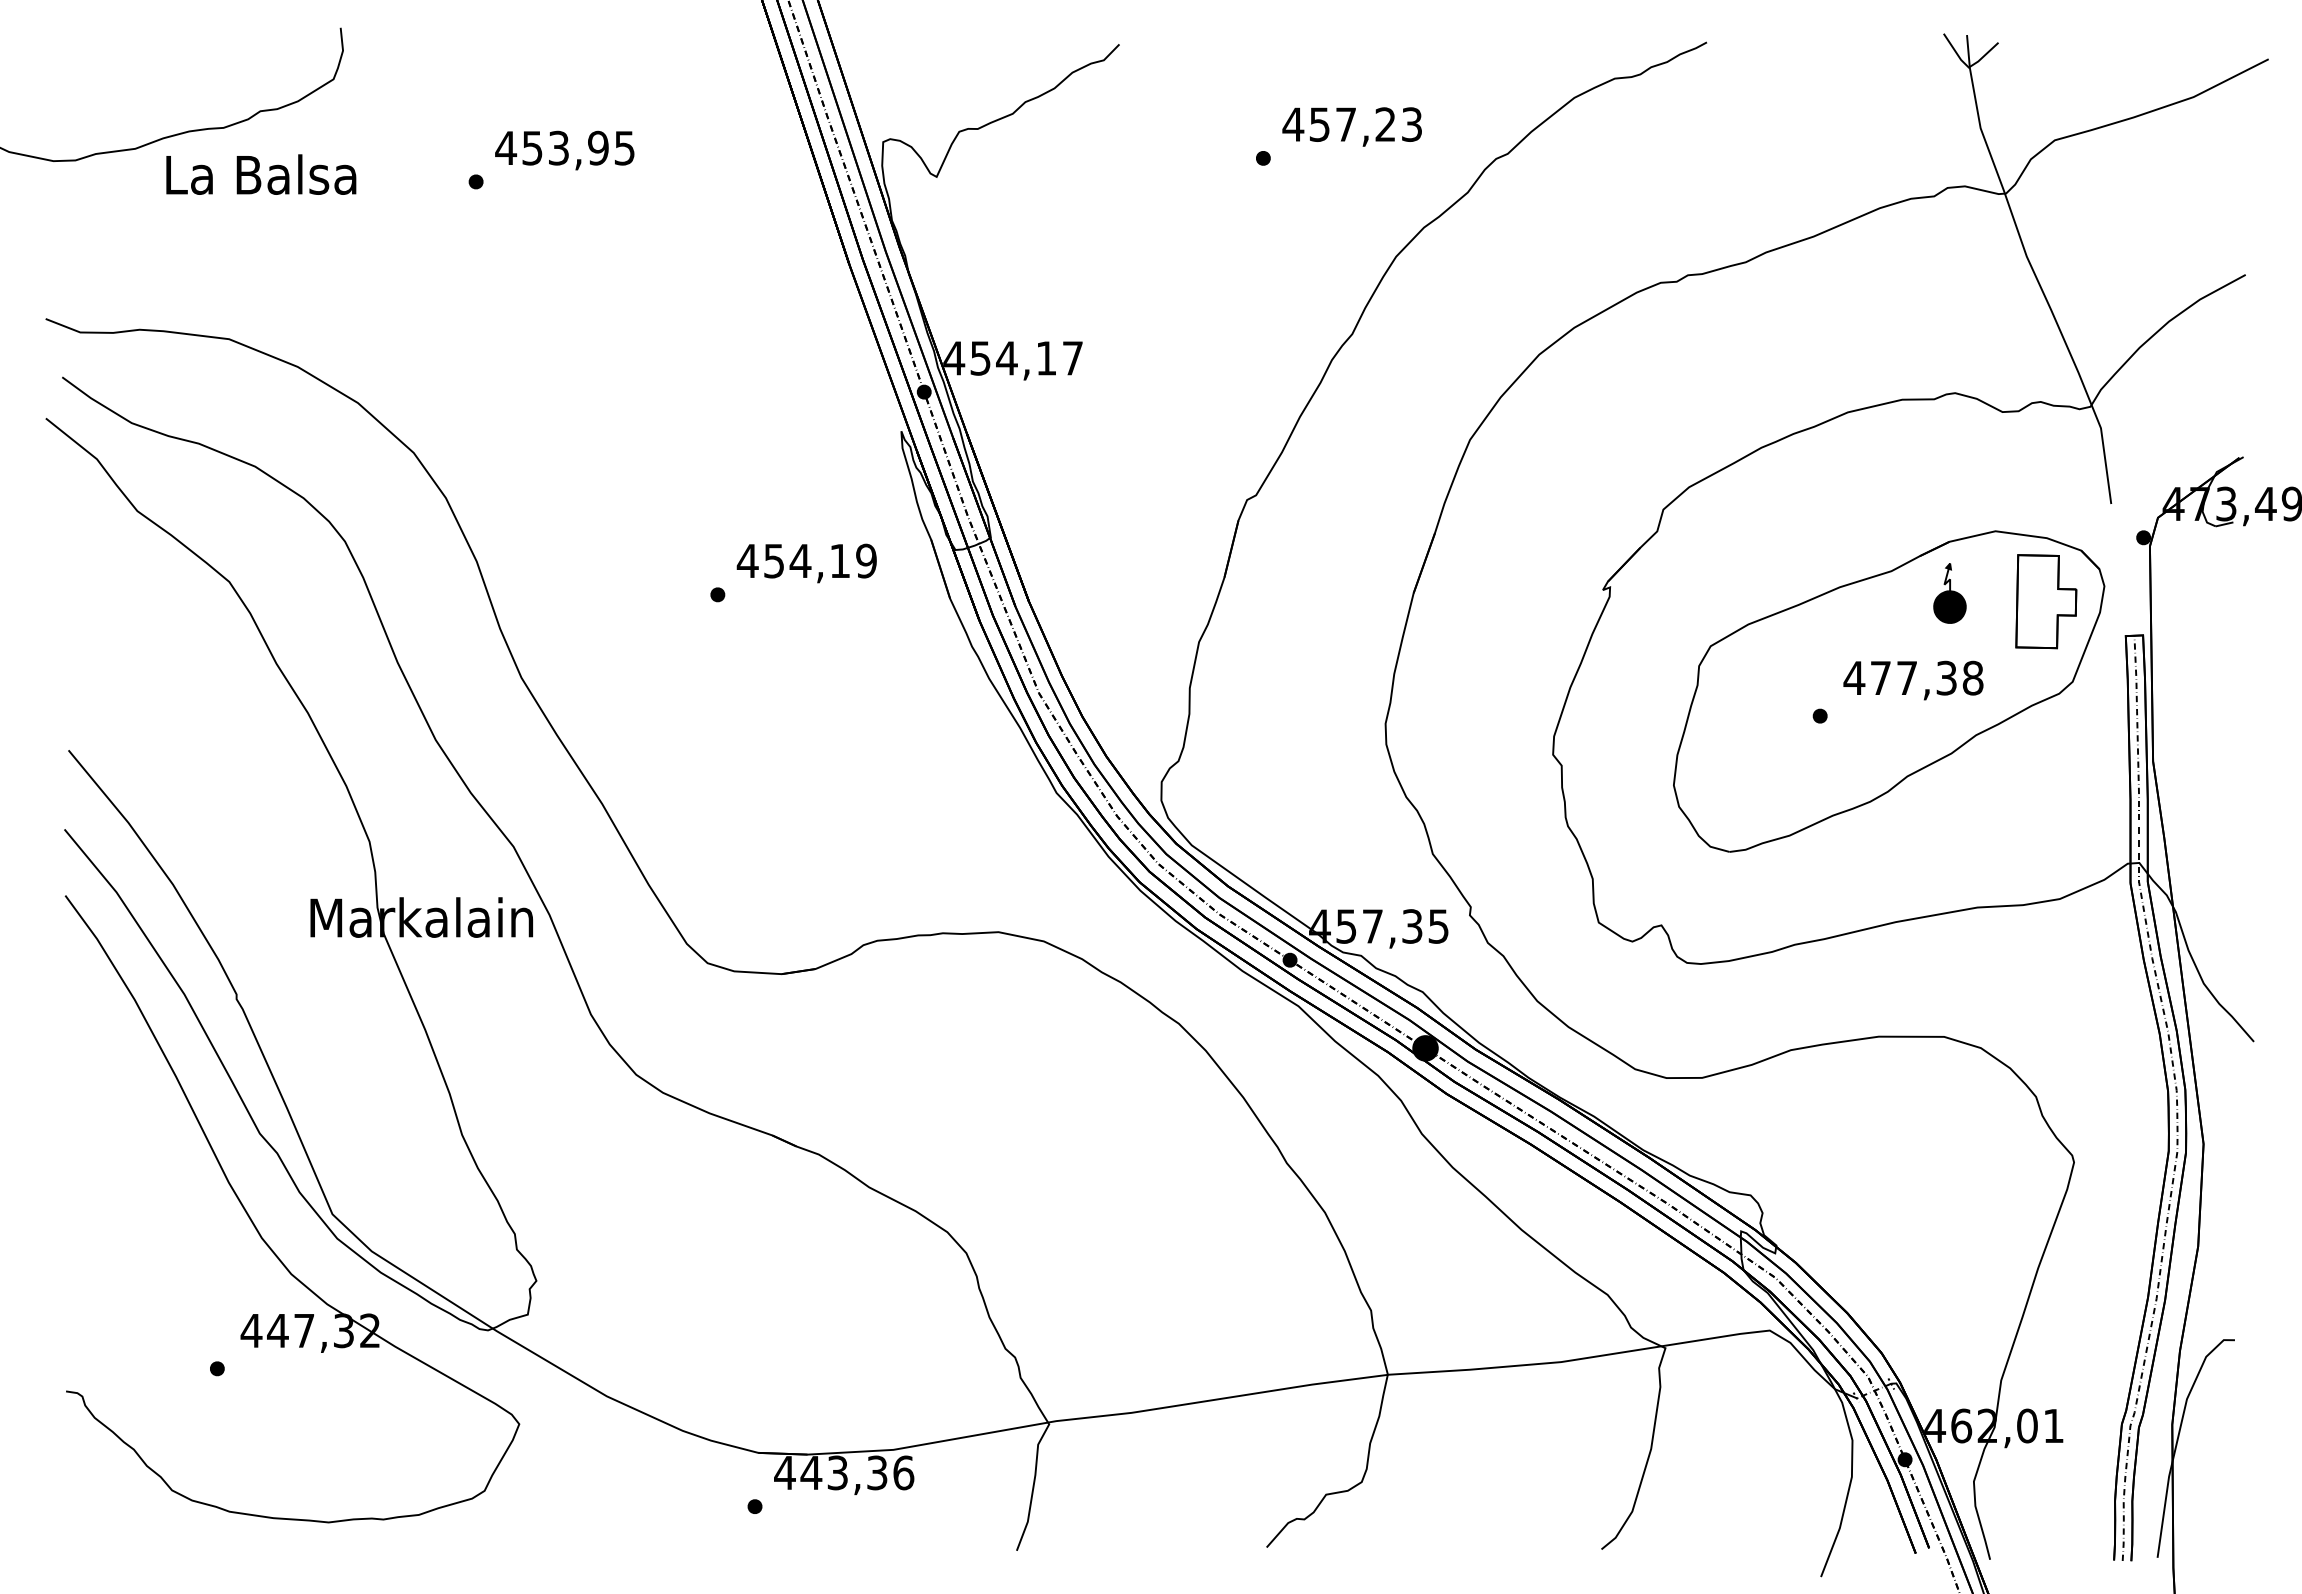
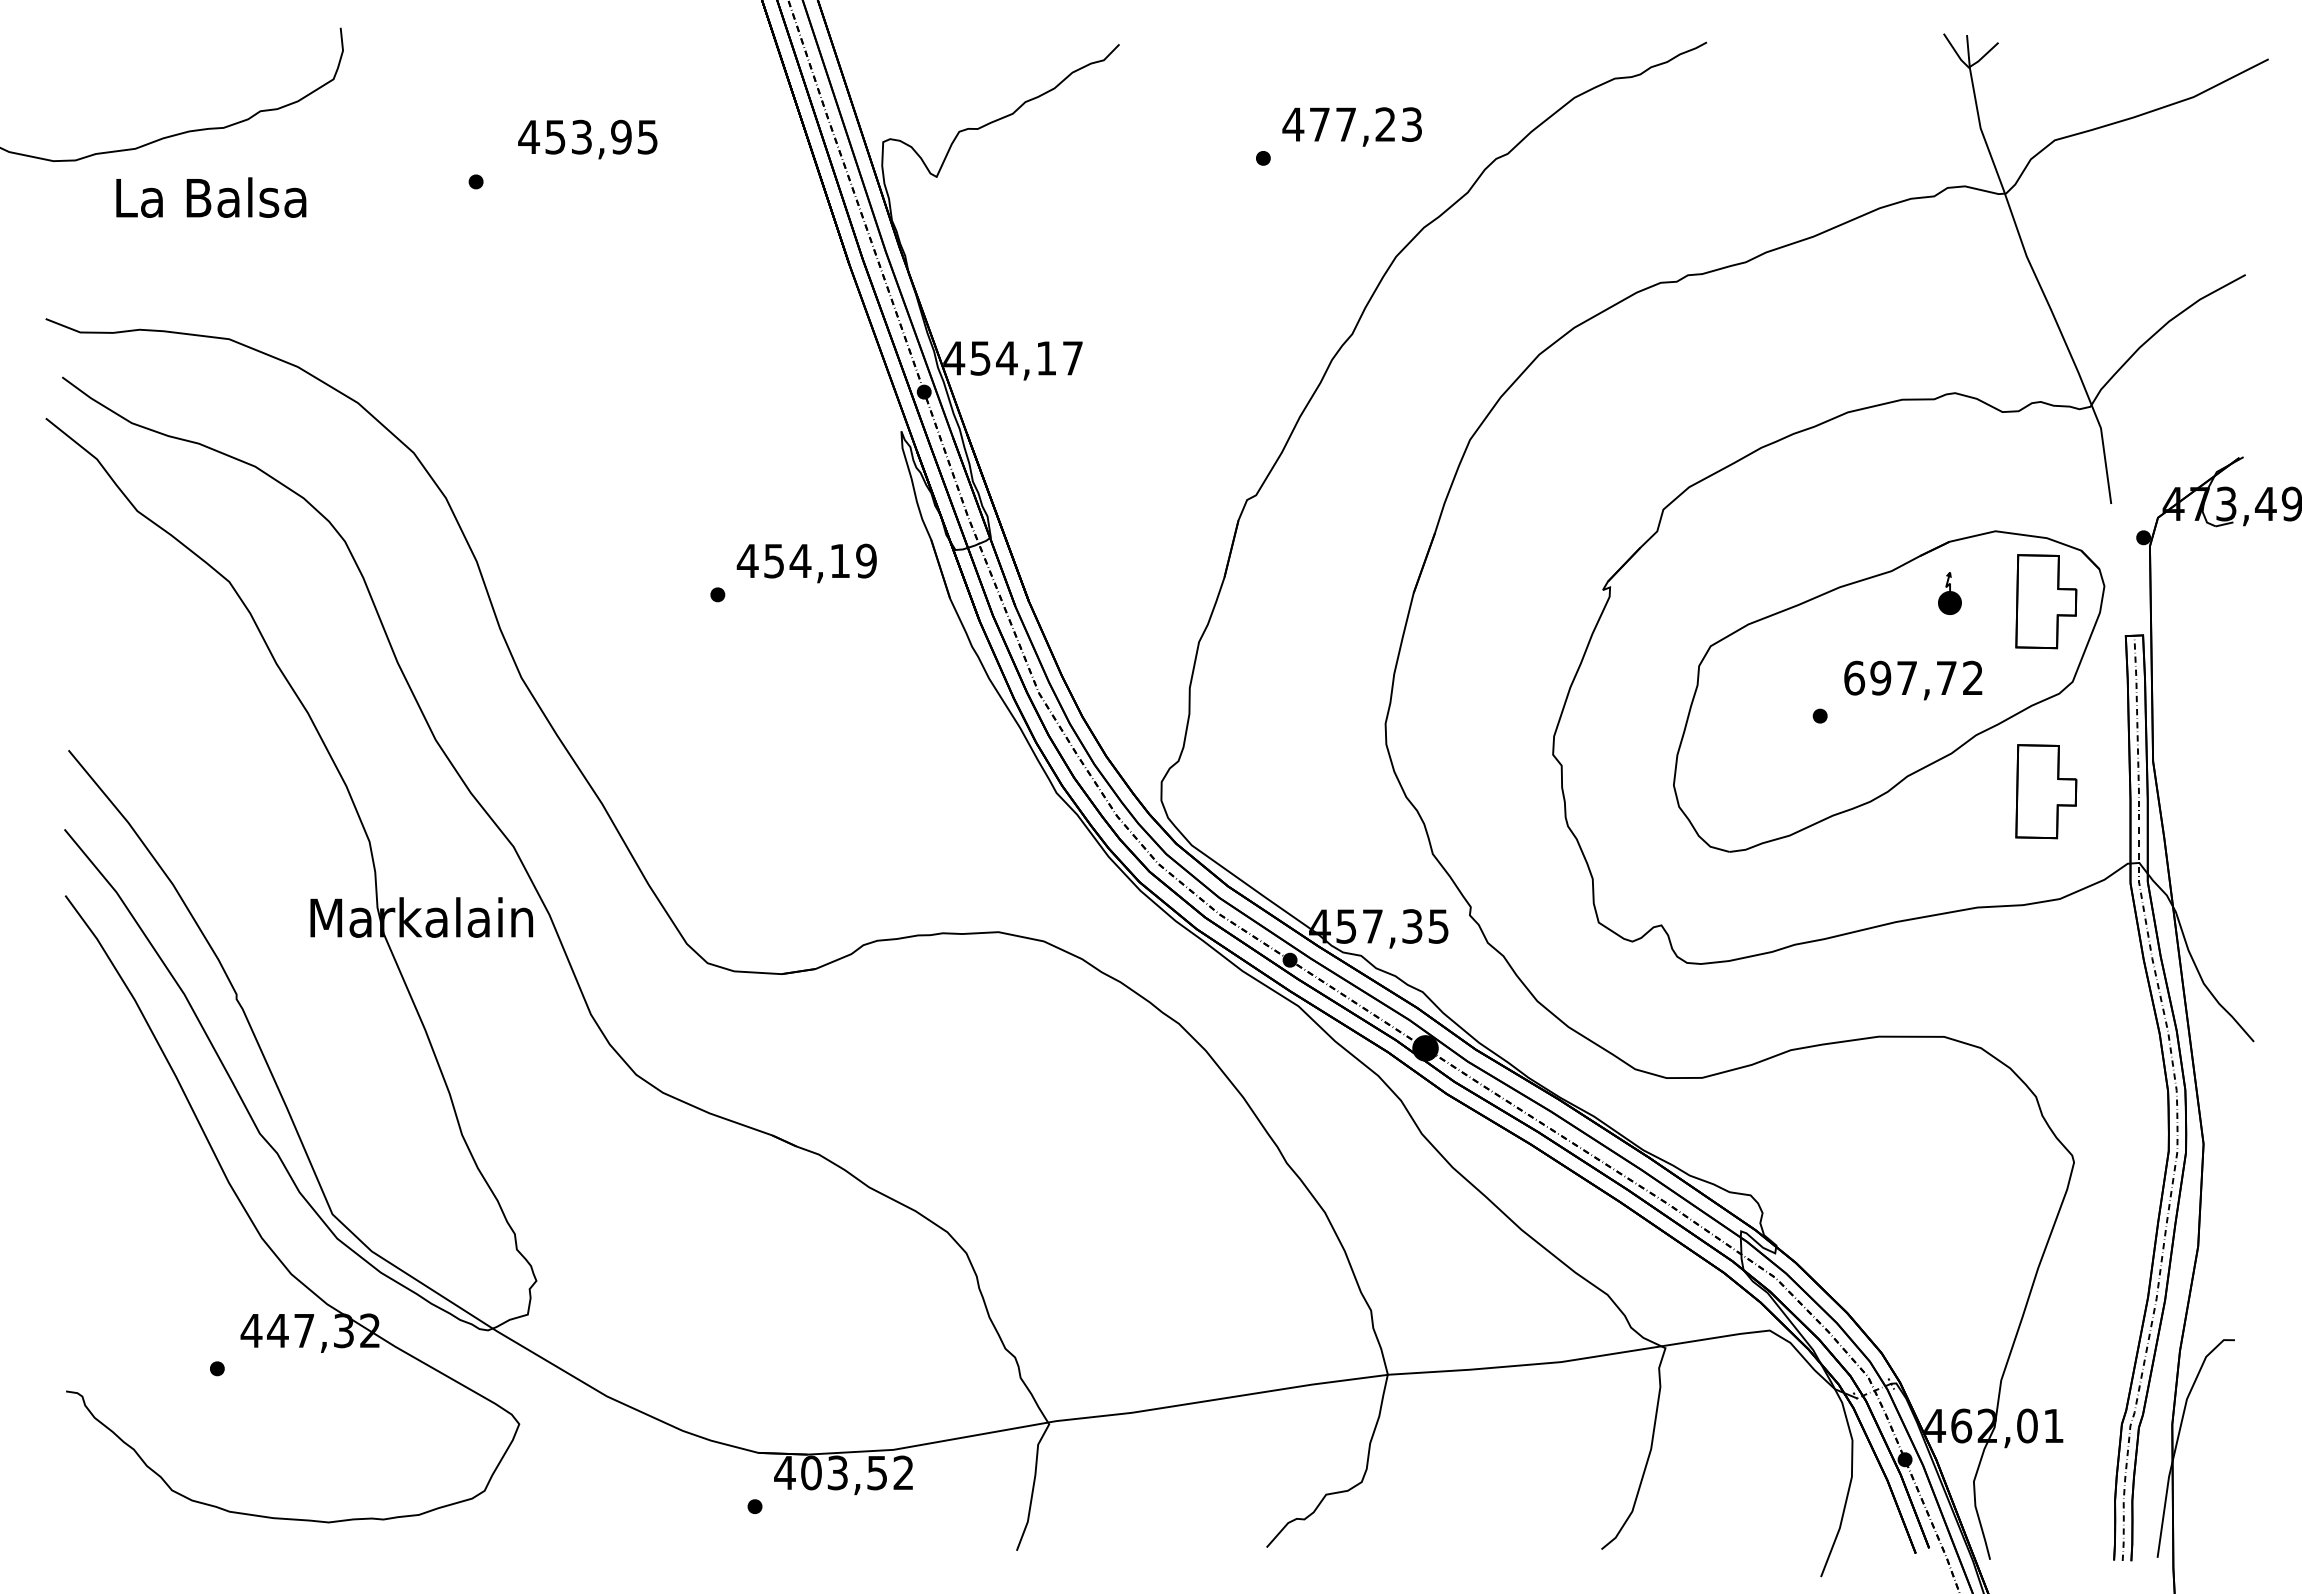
text at (1319, 124): 457,23 -> 477,23
text at (564, 150) position: (564, 150) -> (587, 139)
text at (261, 174) position: (261, 174) -> (211, 197)
part at (1949, 593) size: 34x61 px -> 24x43 px
text at (1913, 677): 477,38 -> 697,72
part at (2046, 791): none -> present
text at (857, 1472): 443,36 -> 403,52
